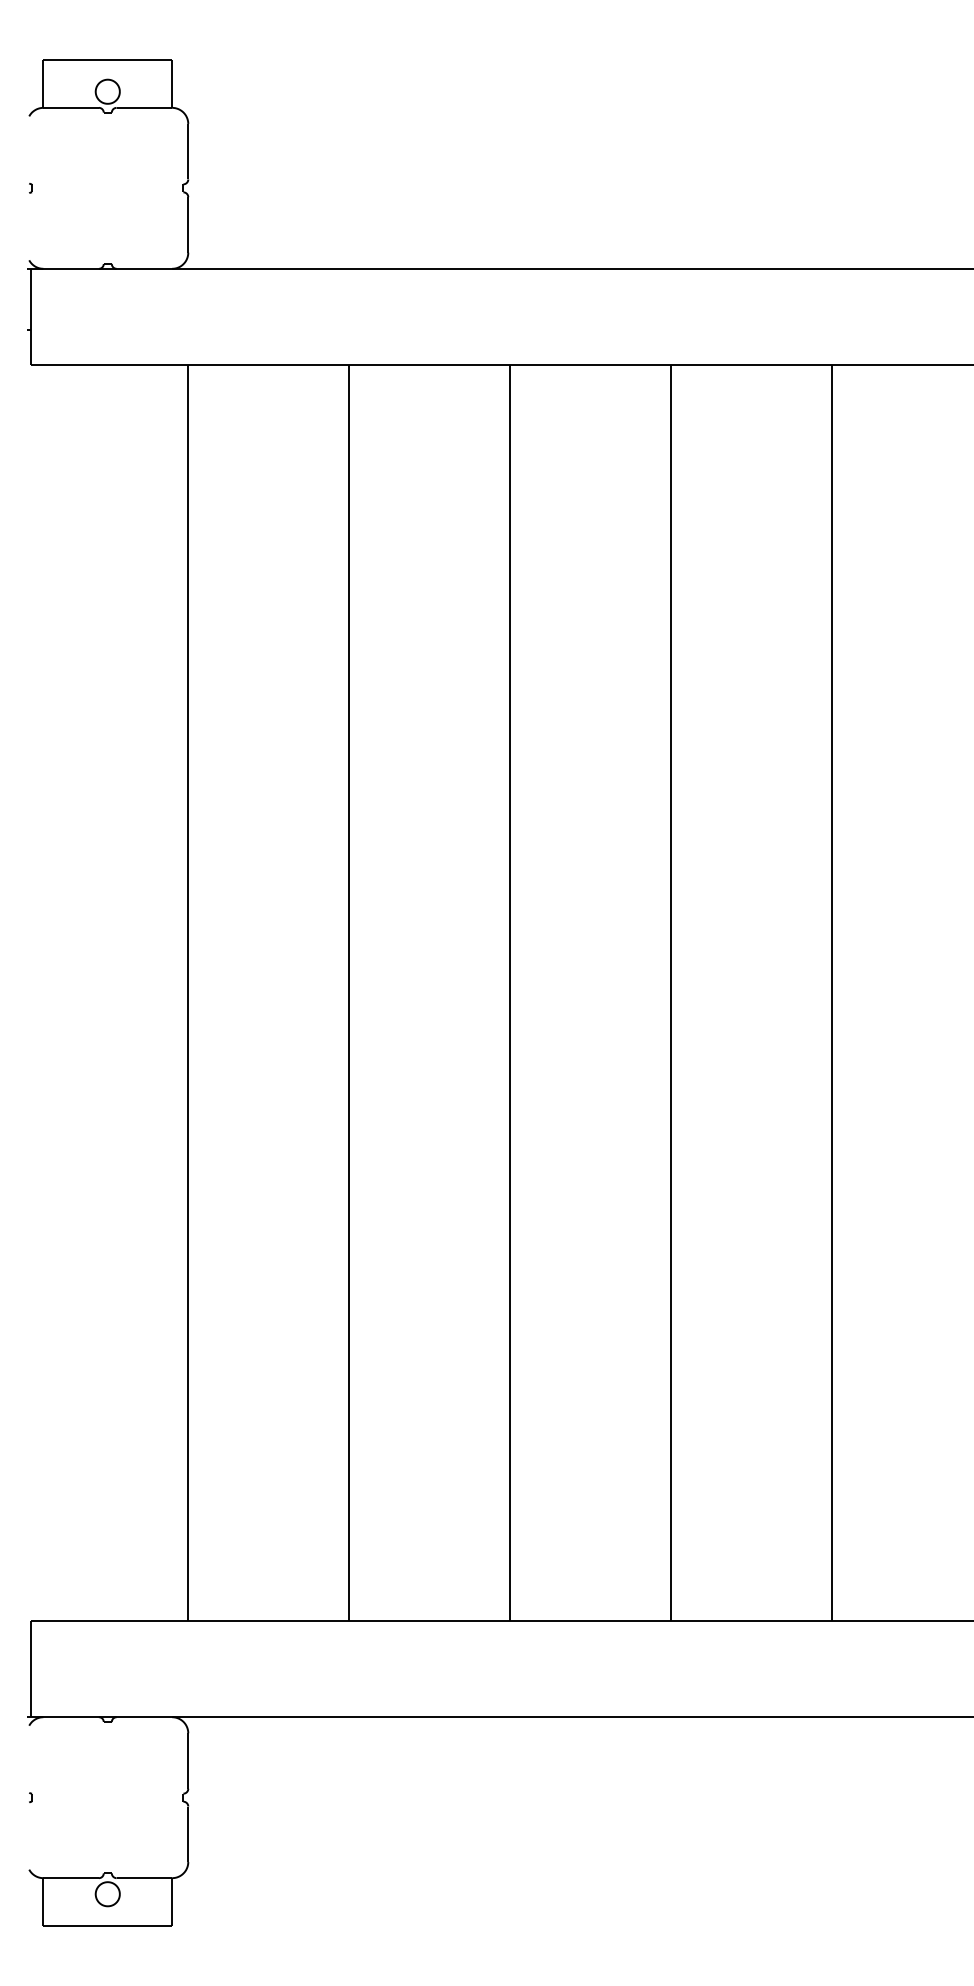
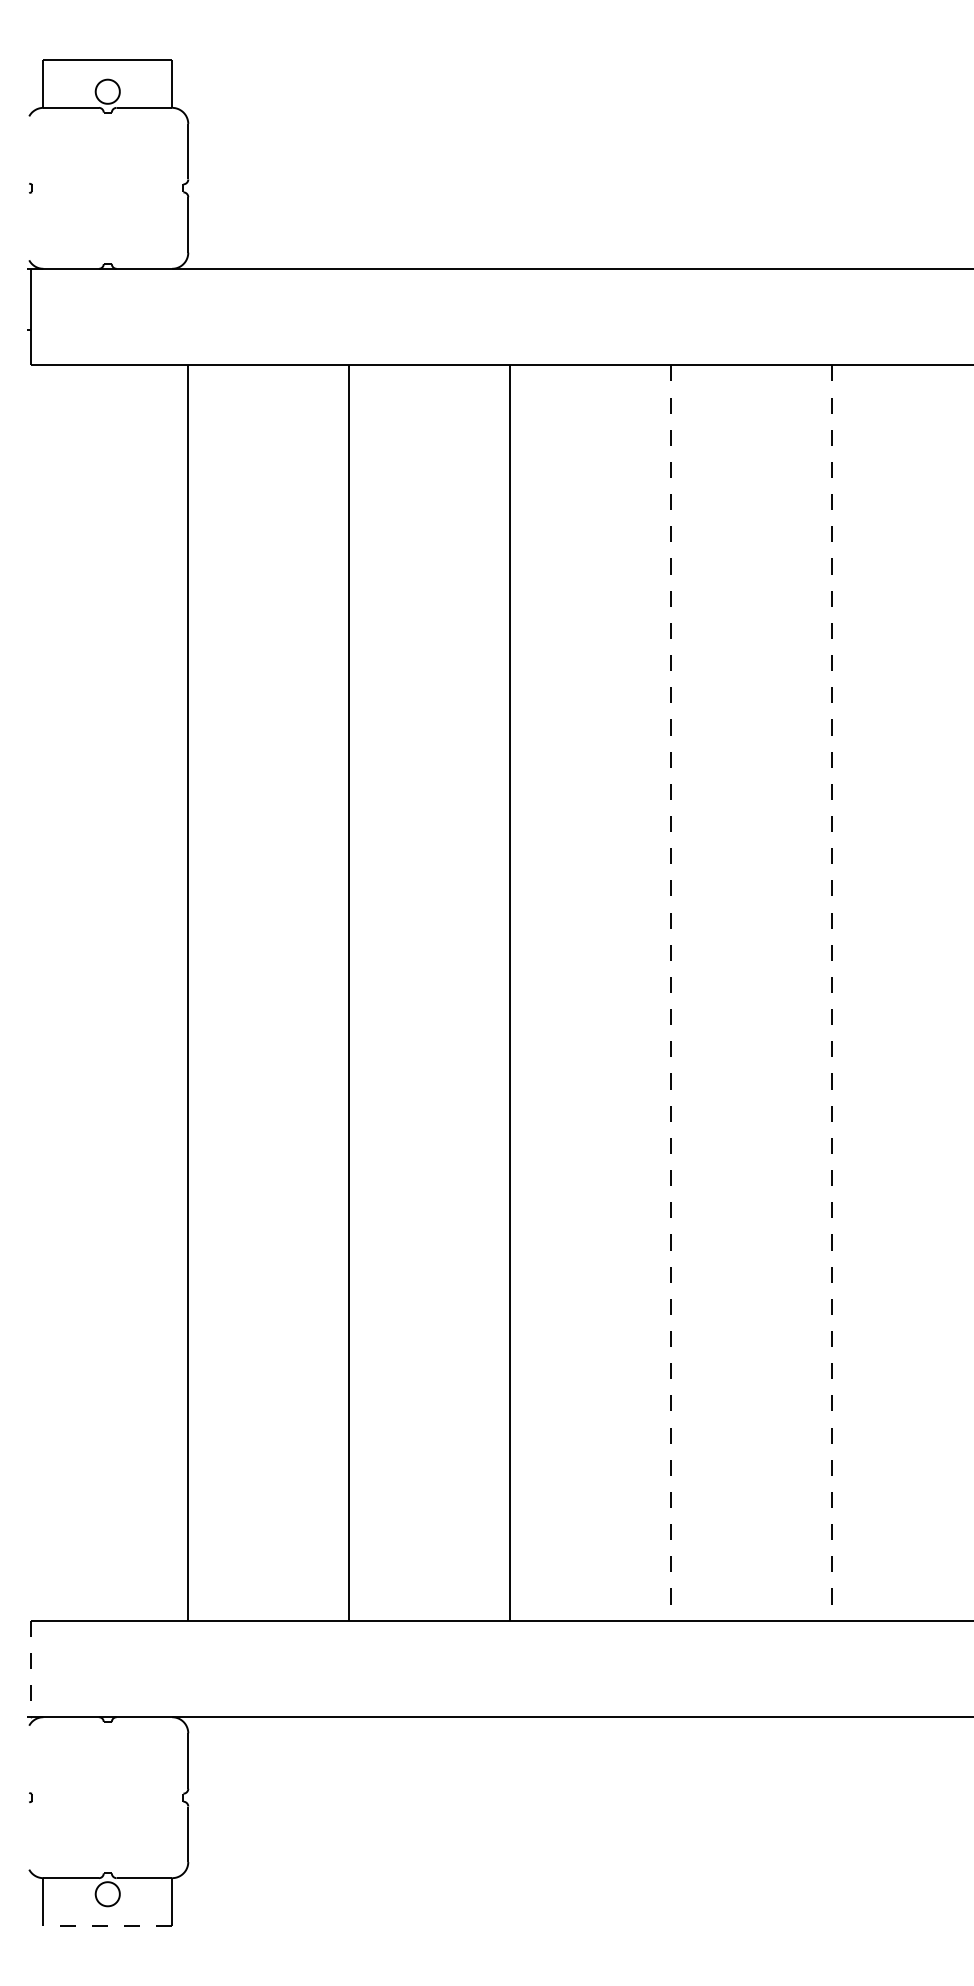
line at (671, 993): solid -> dashed
line at (832, 993): solid -> dashed
line at (31, 1669): solid -> dashed
line at (107, 1926): solid -> dashed
